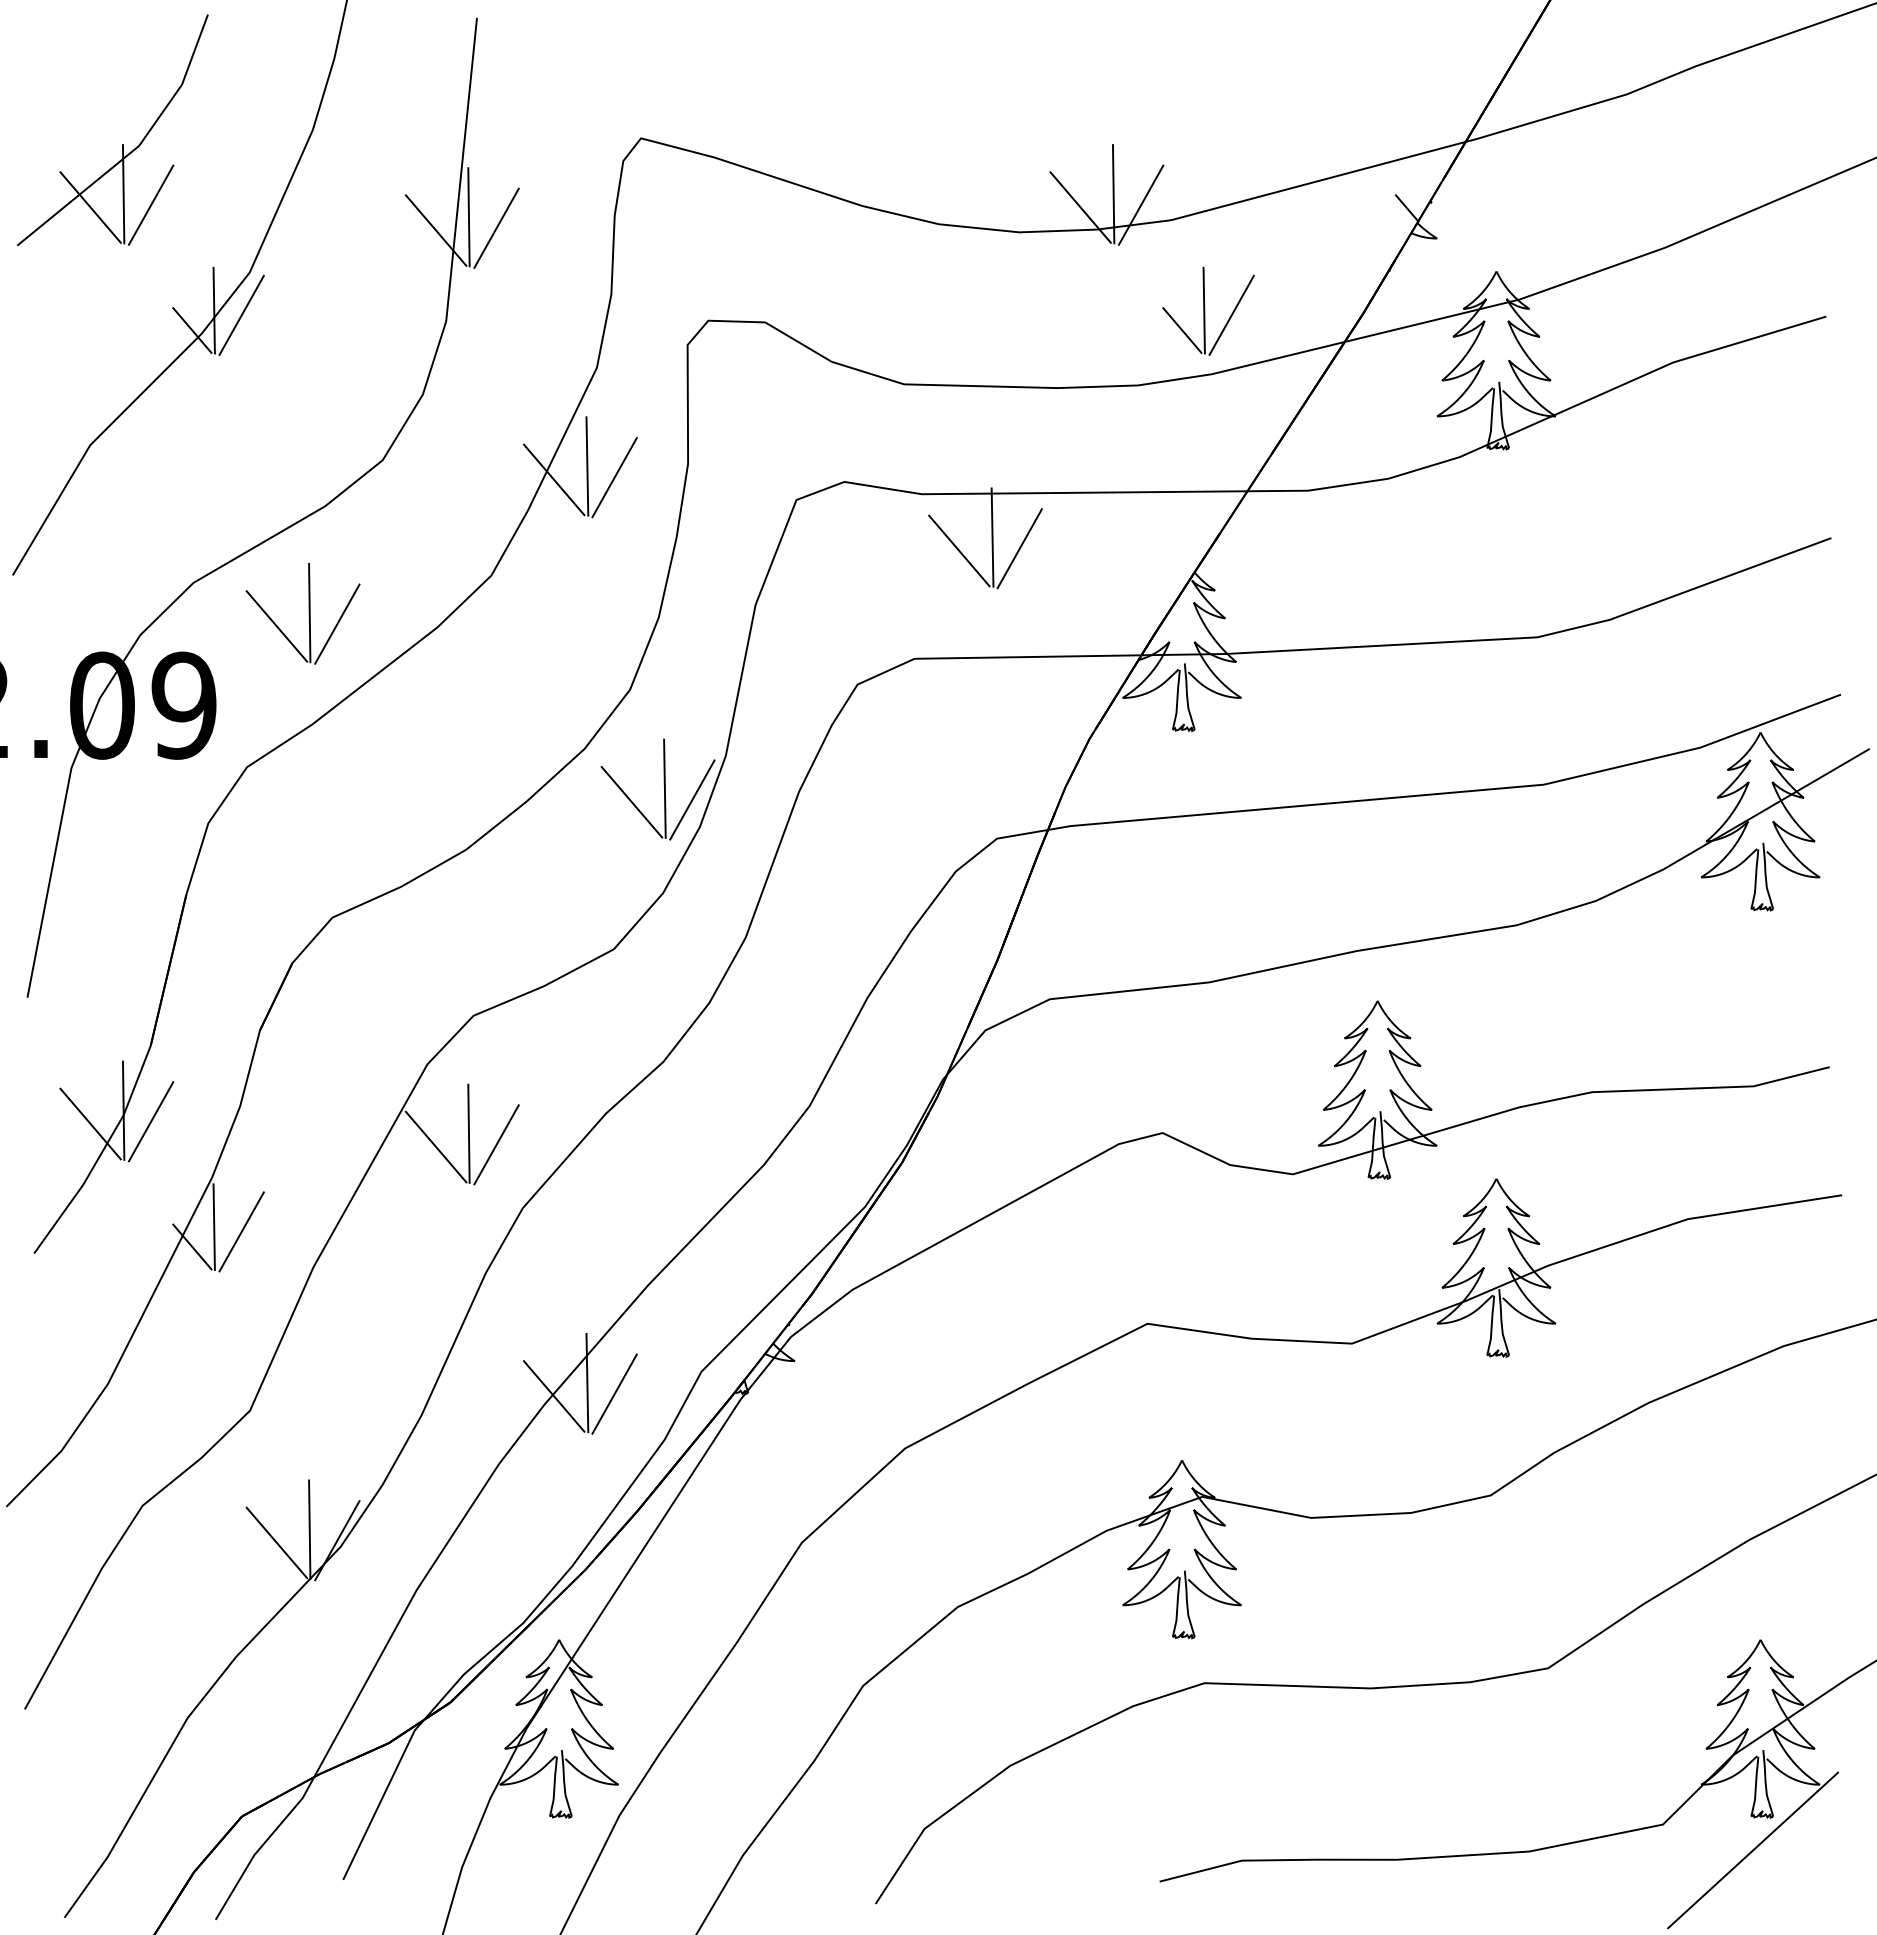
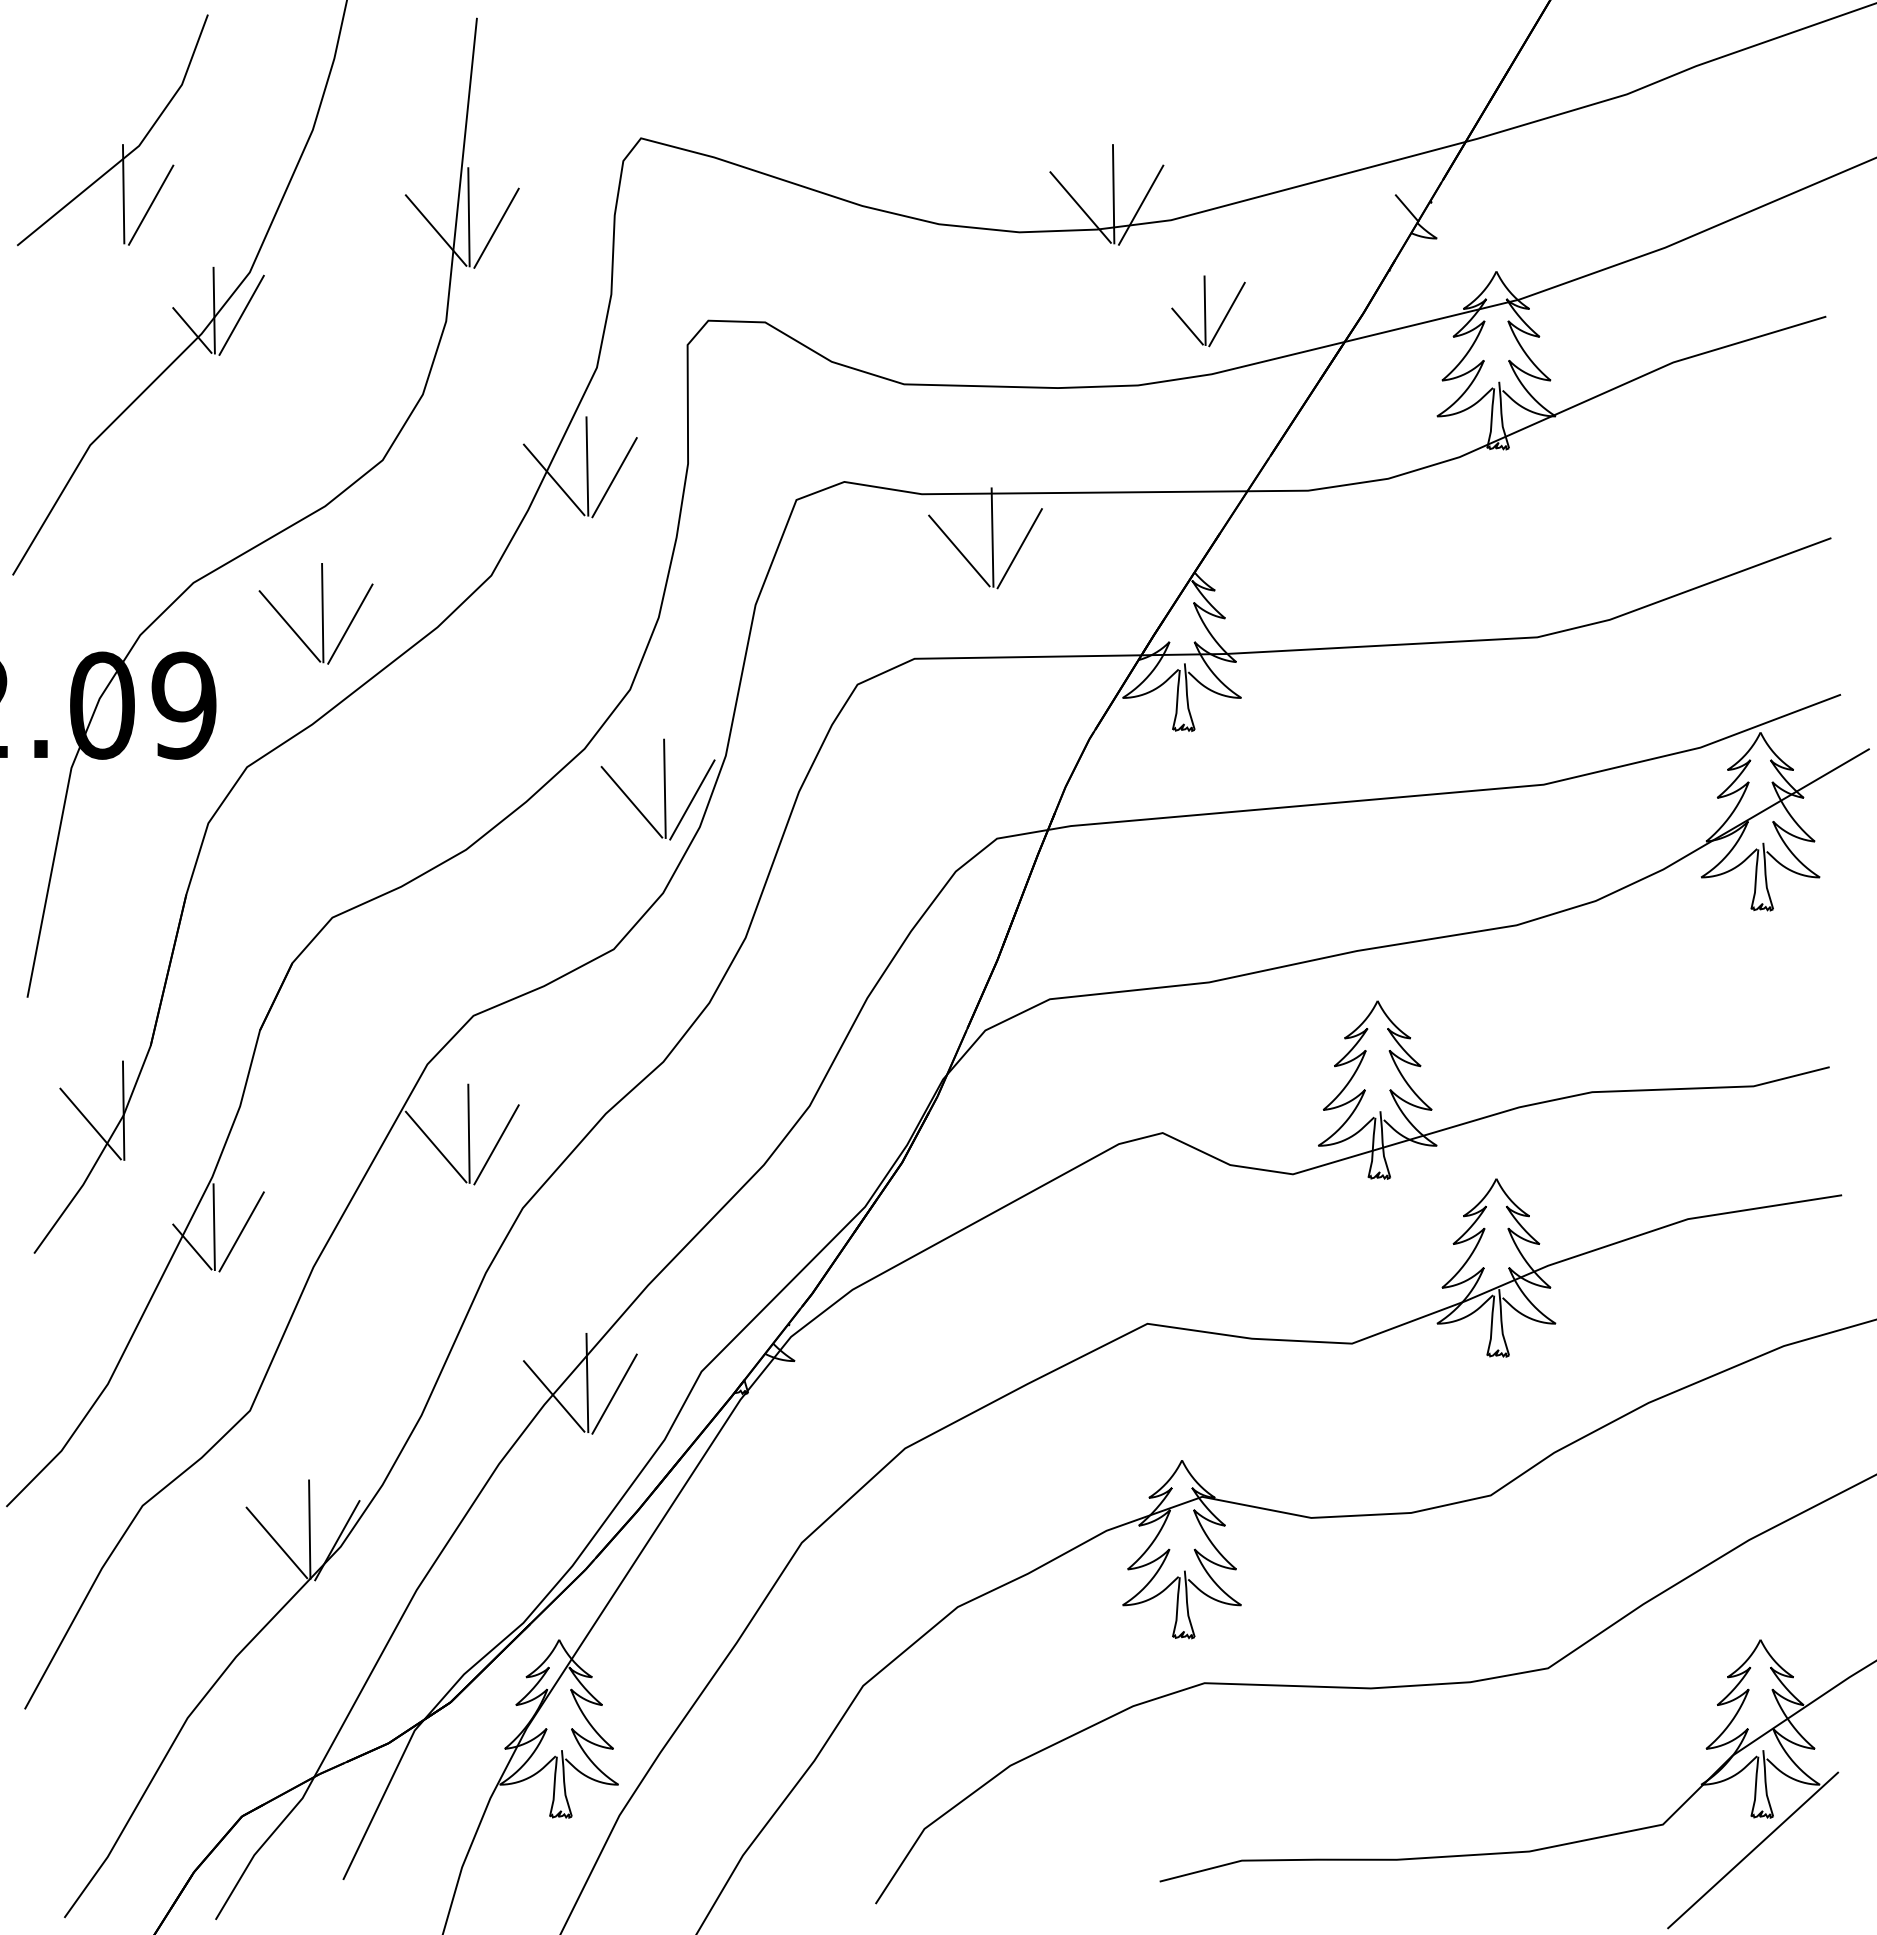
line at (90, 207): present -> none
part at (1208, 310) size: 93x90 px -> 75x73 px
part at (302, 613) position: (302, 613) -> (315, 613)
line at (150, 1121): present -> none
